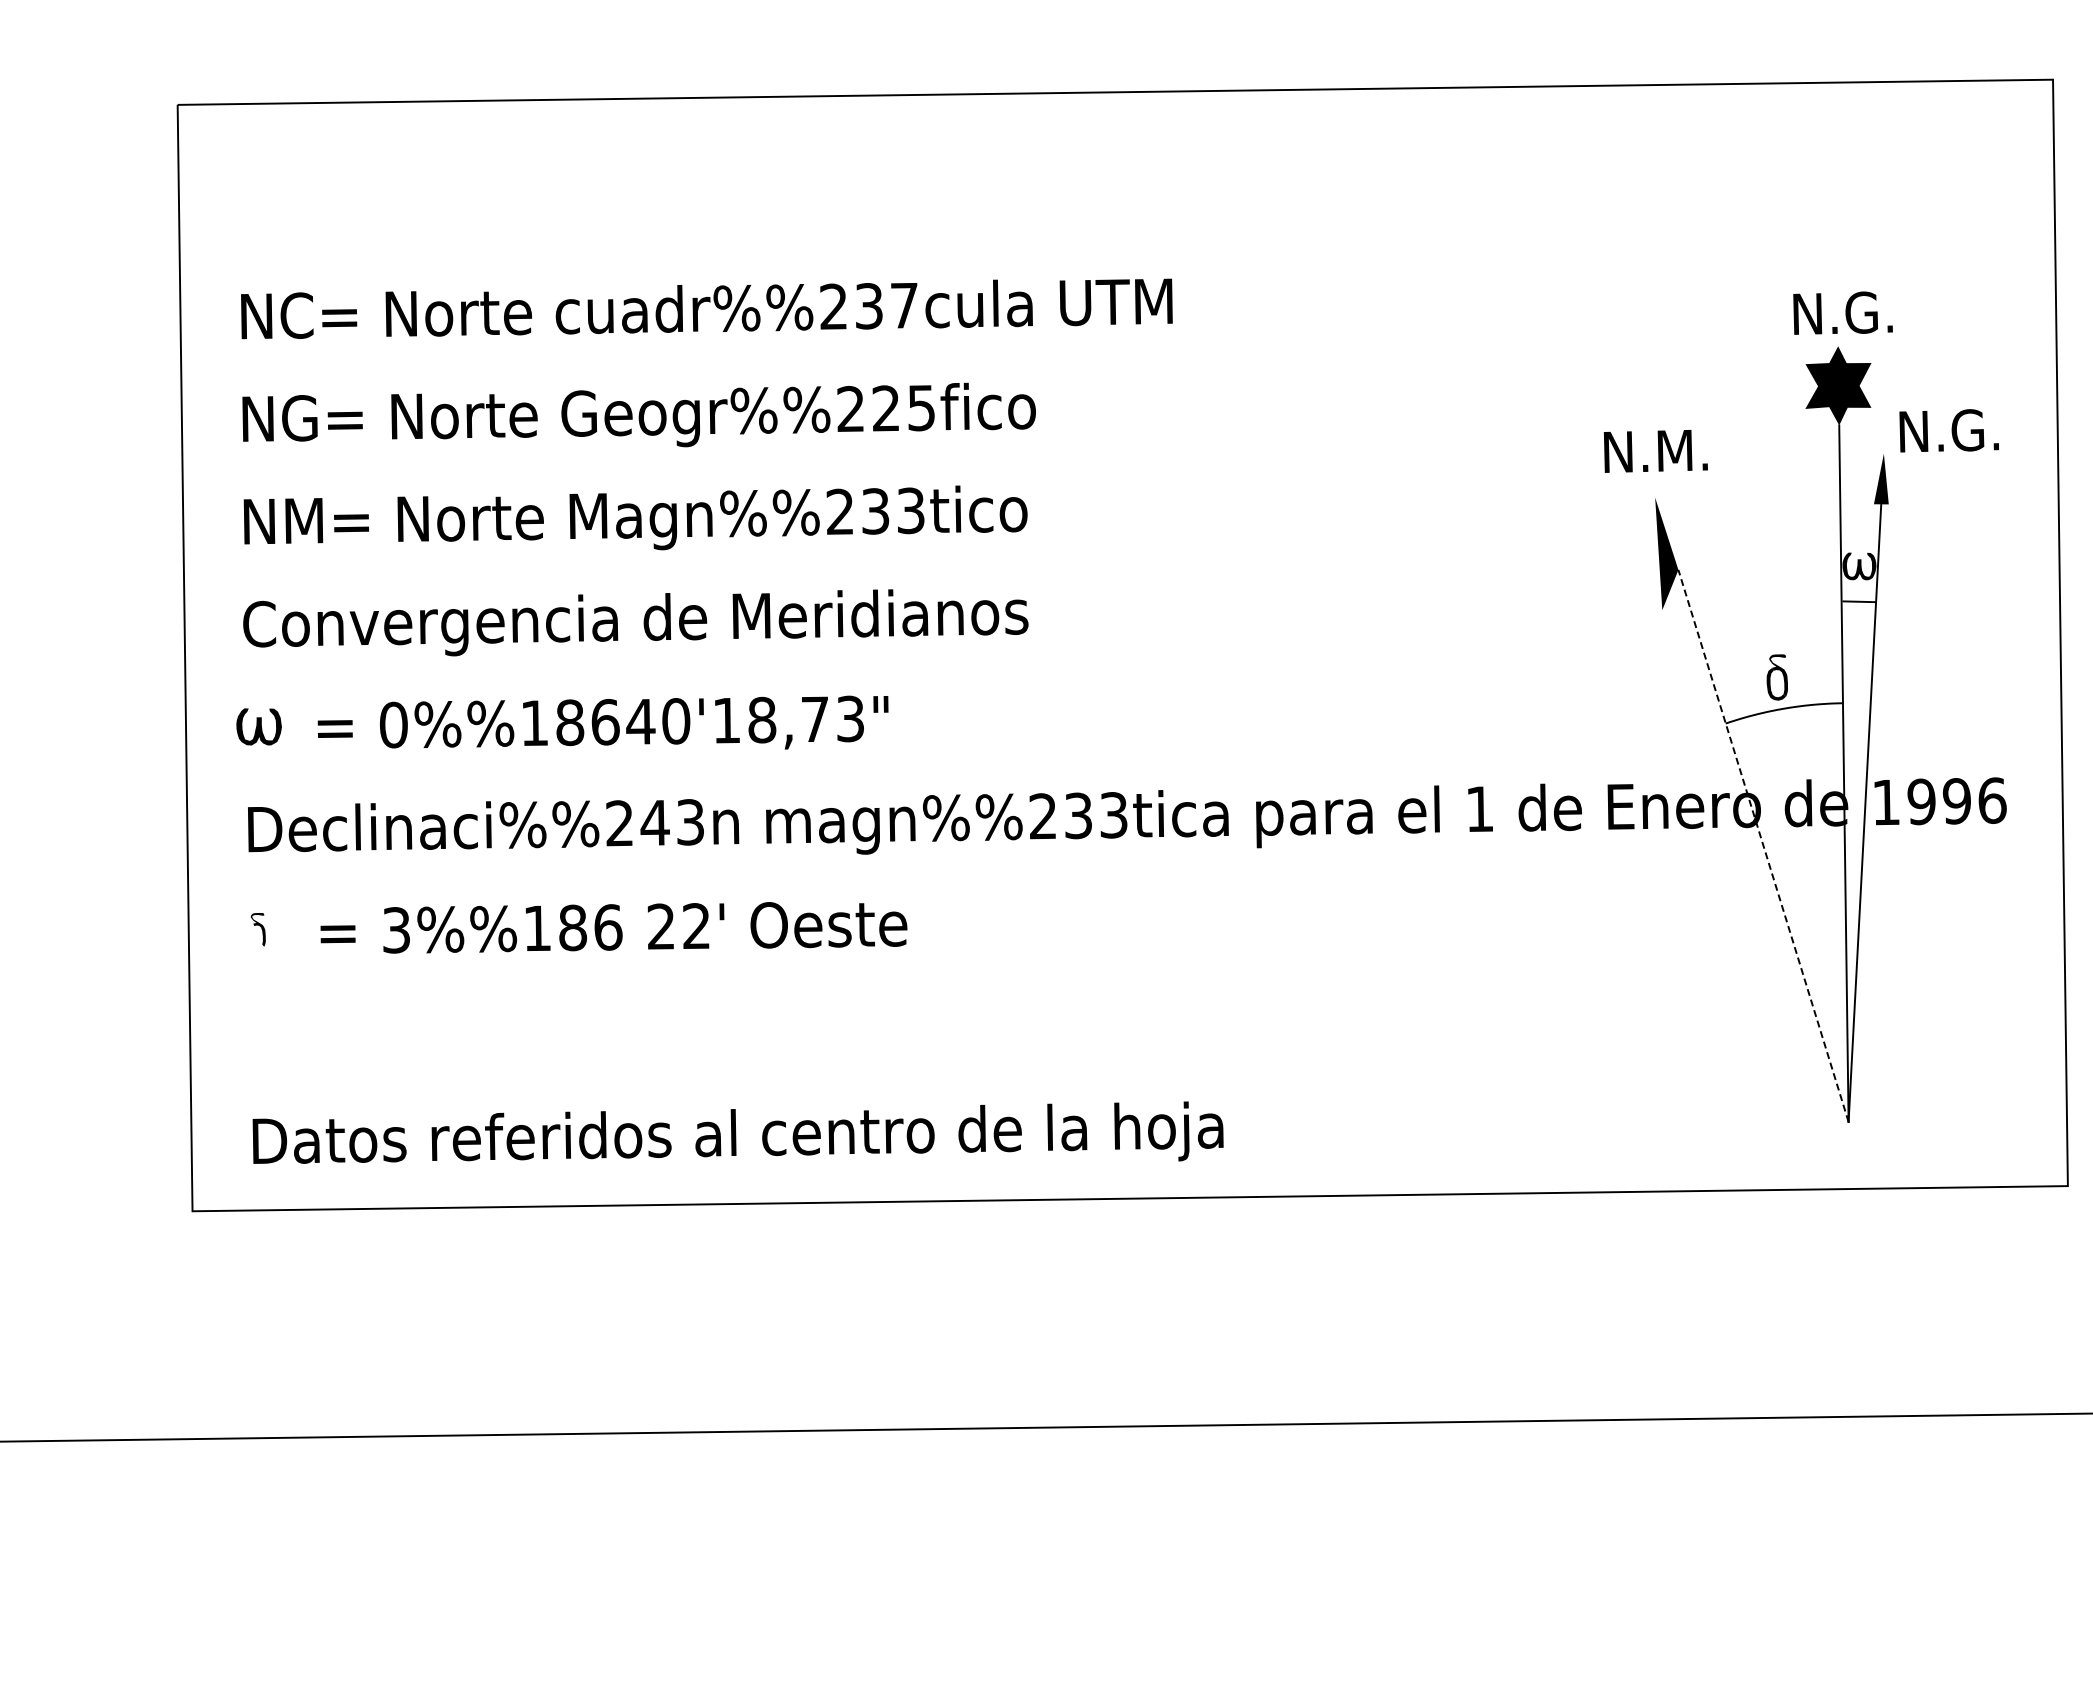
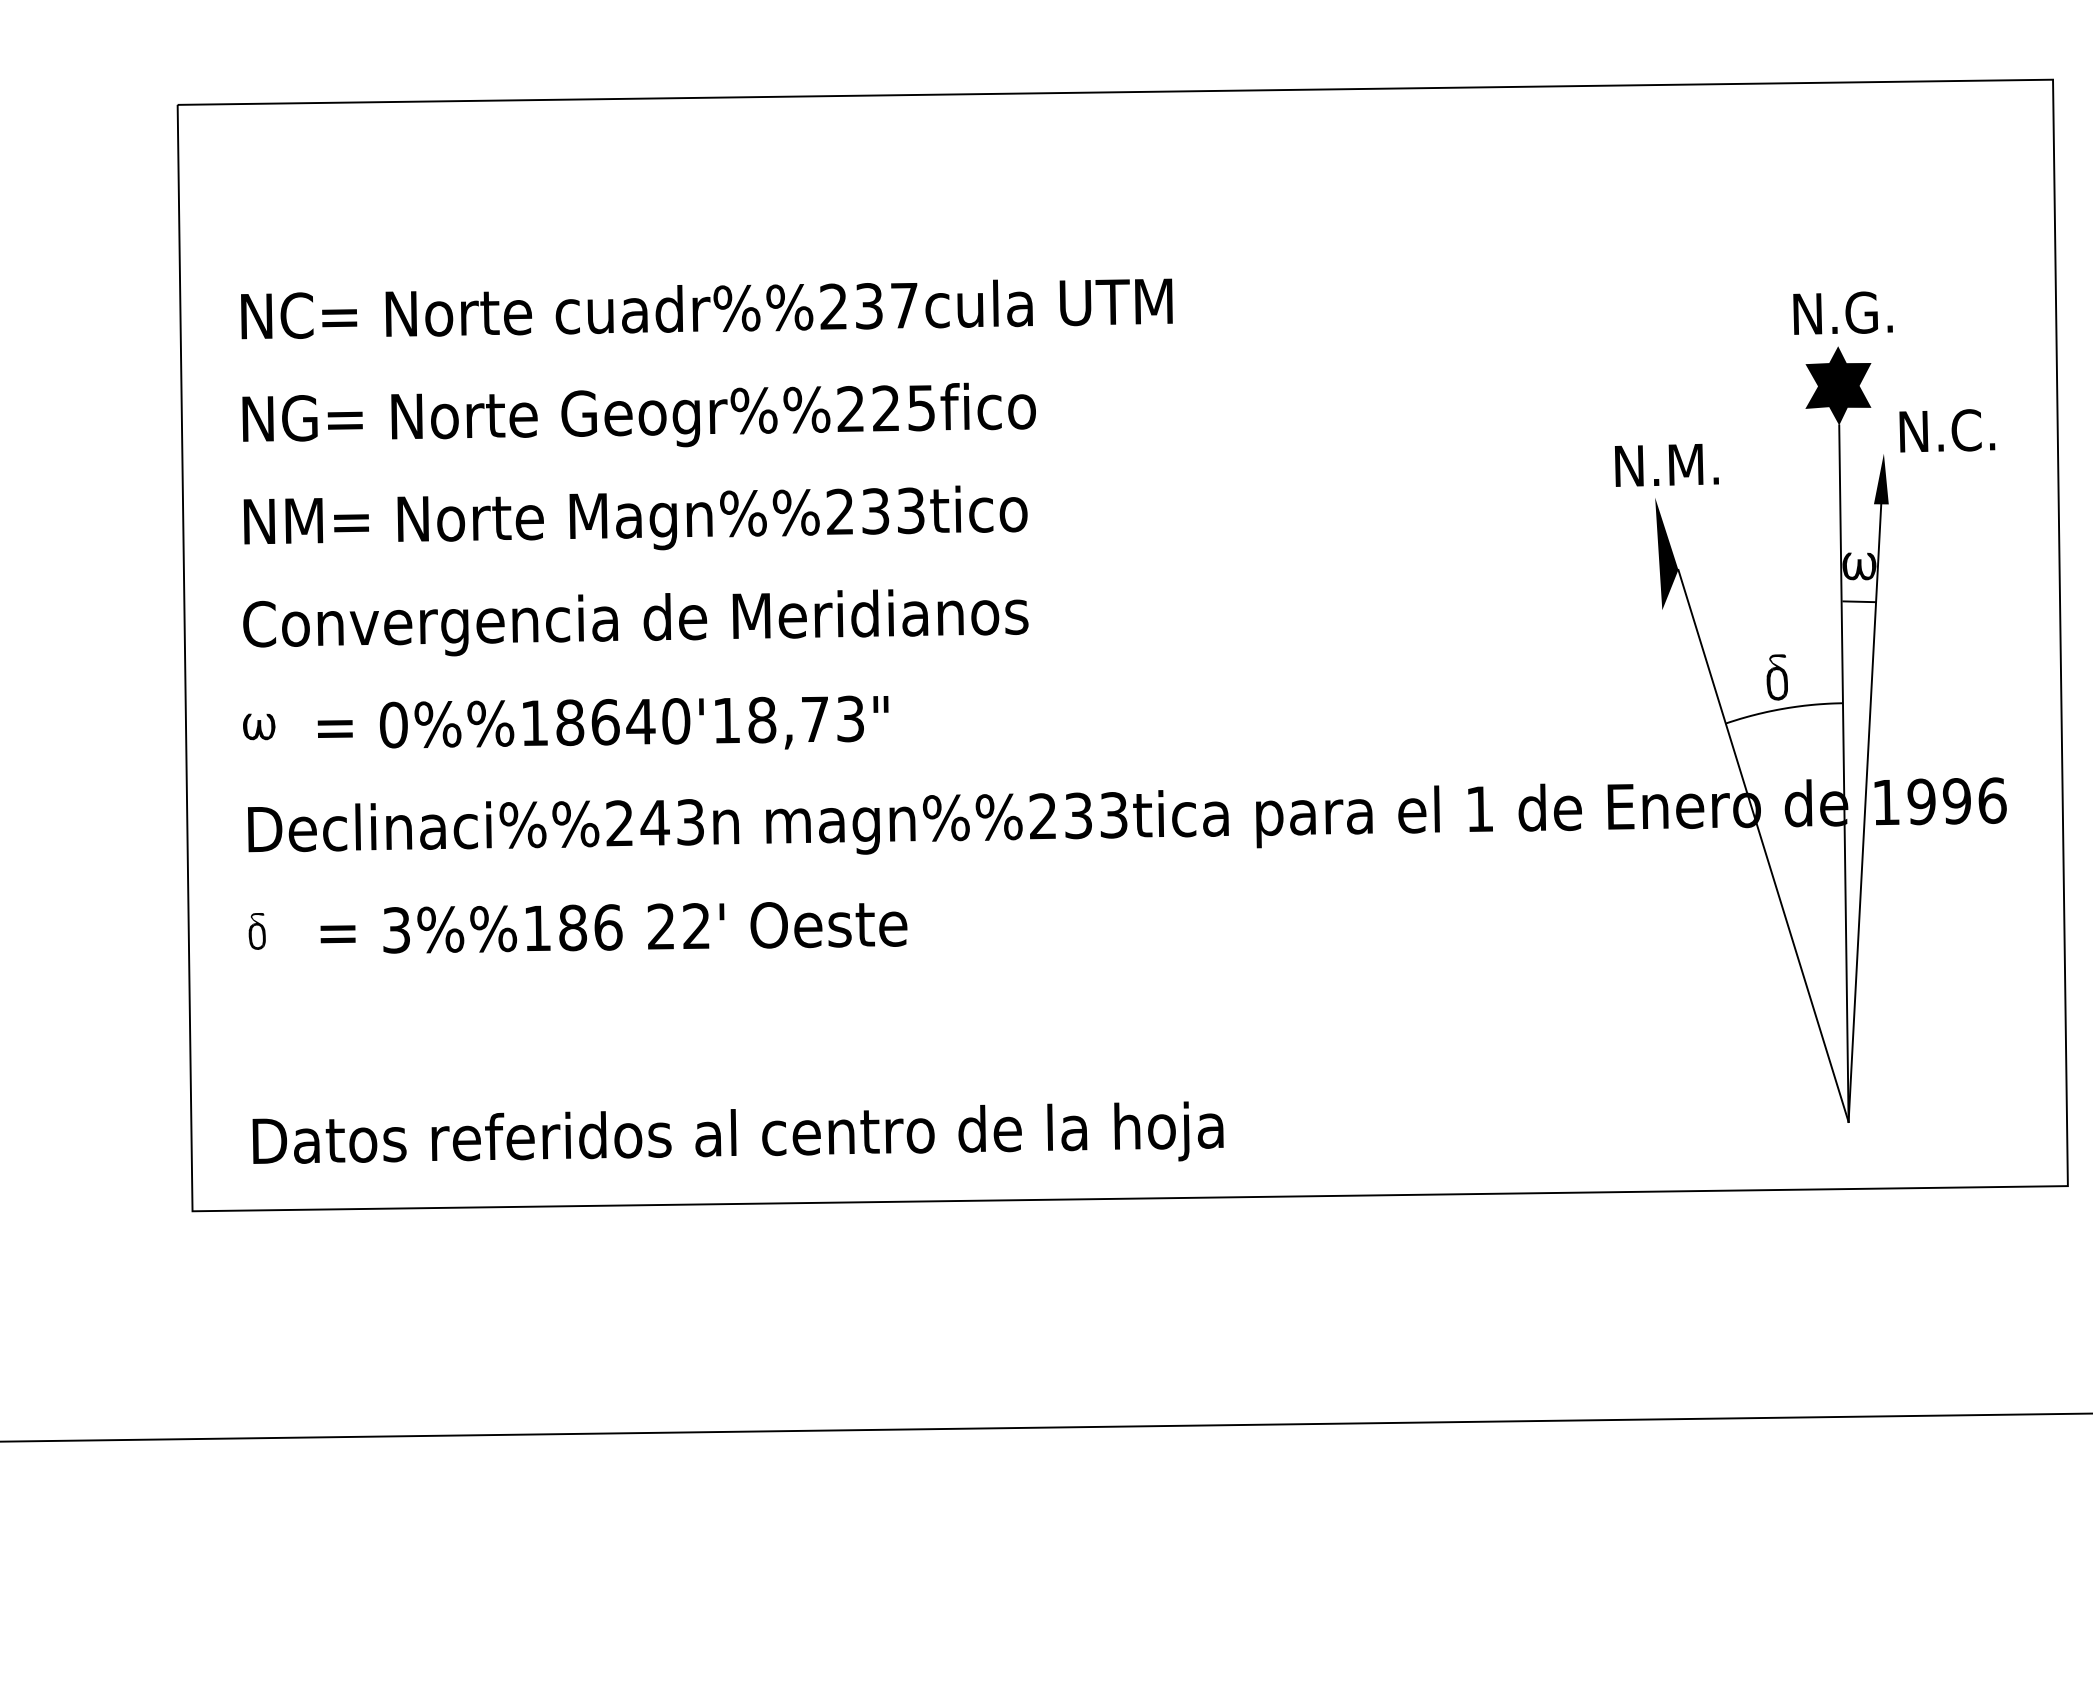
text at (1984, 430): N.G. -> N.C.
text at (1655, 451) position: (1655, 451) -> (1666, 465)
part at (258, 726) size: 46x38 px -> 33x28 px
line at (1763, 845): dashed -> solid
fill at (256, 936): none -> present
